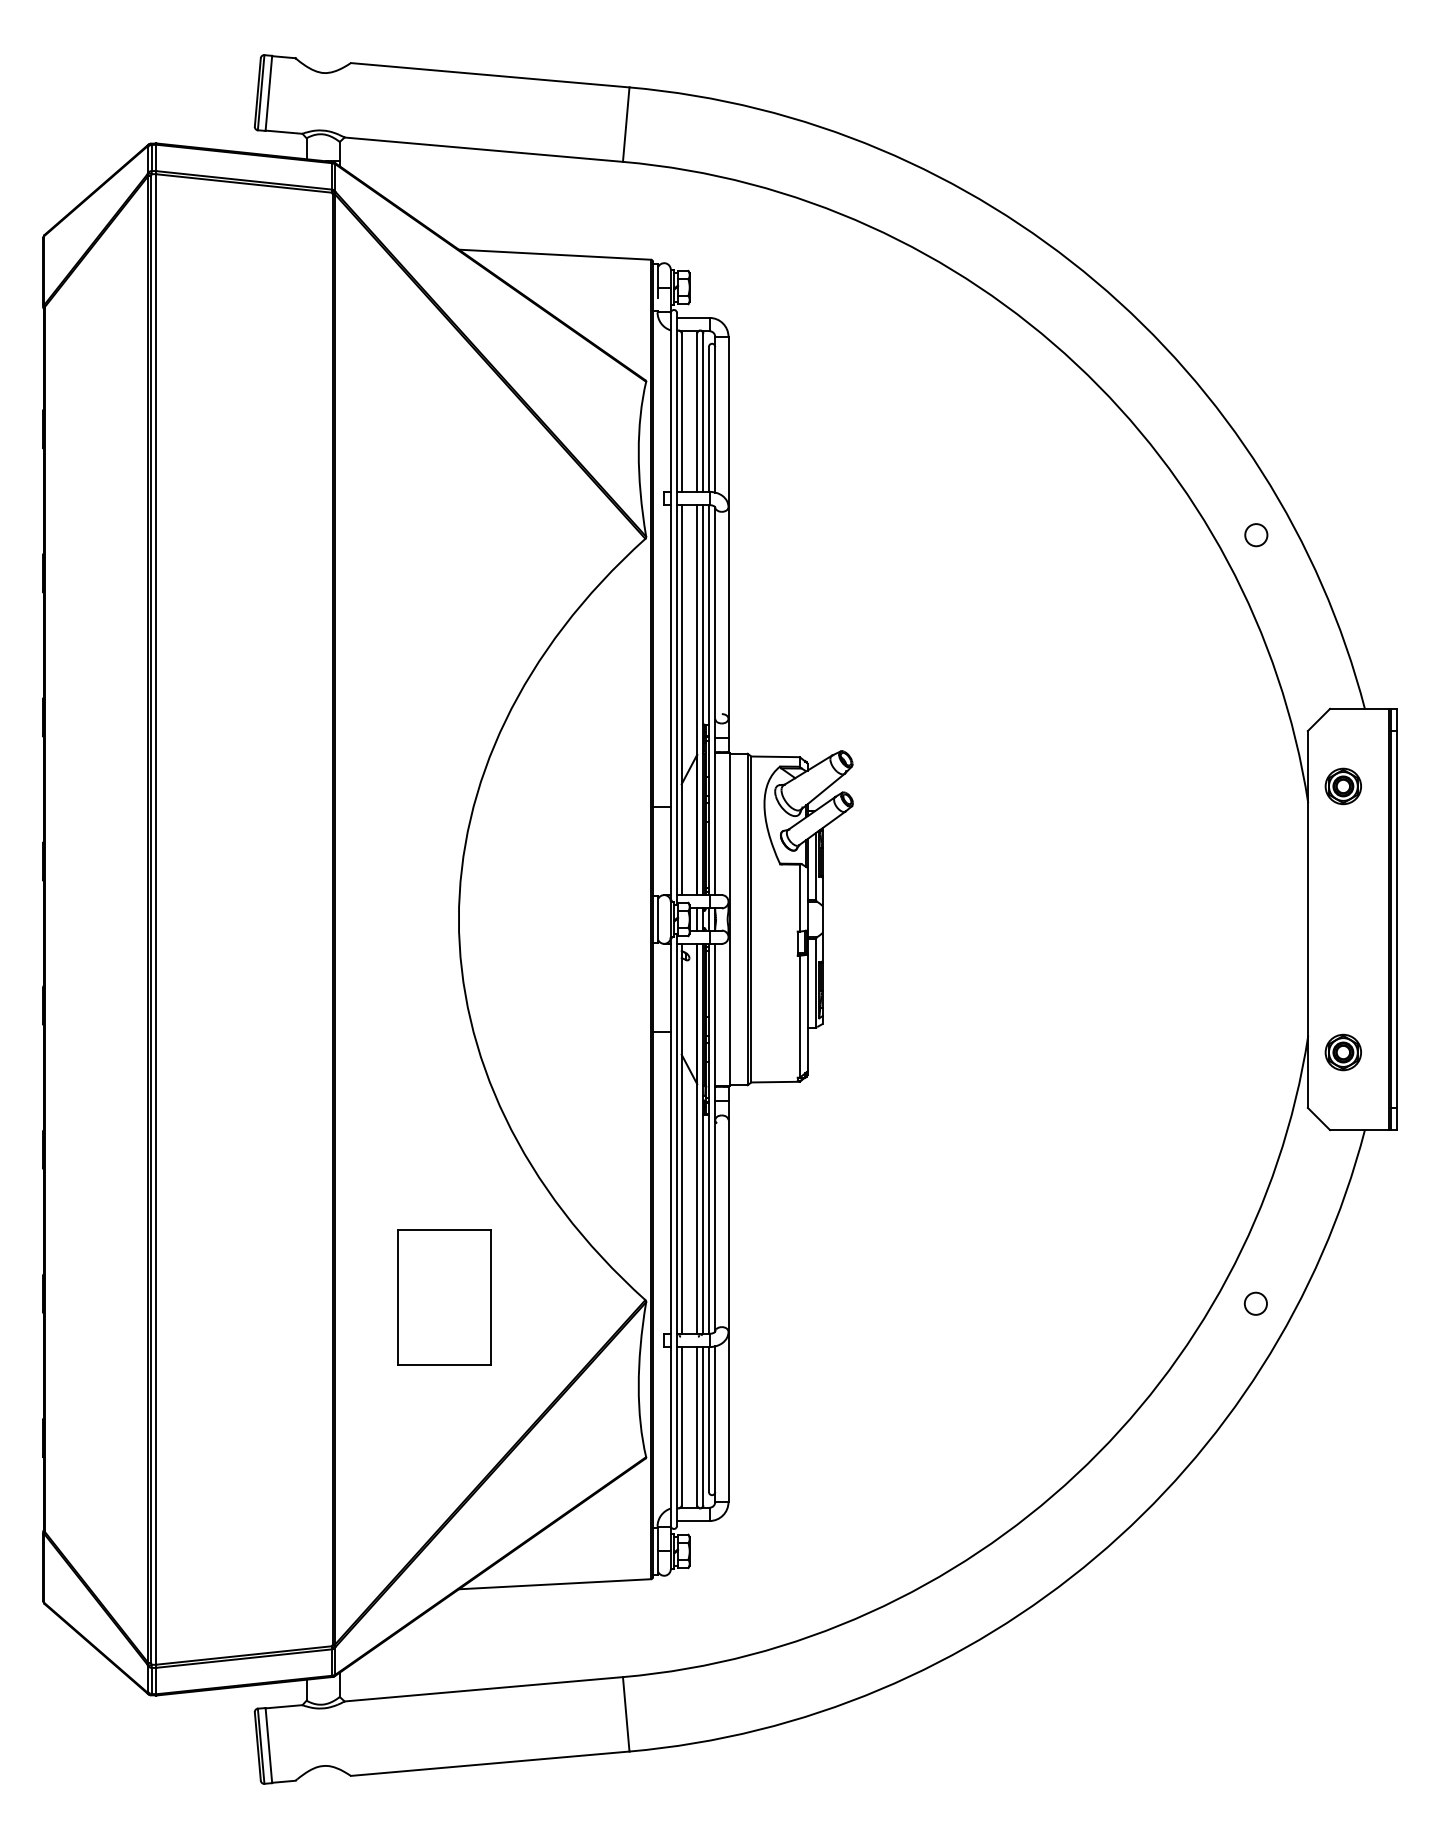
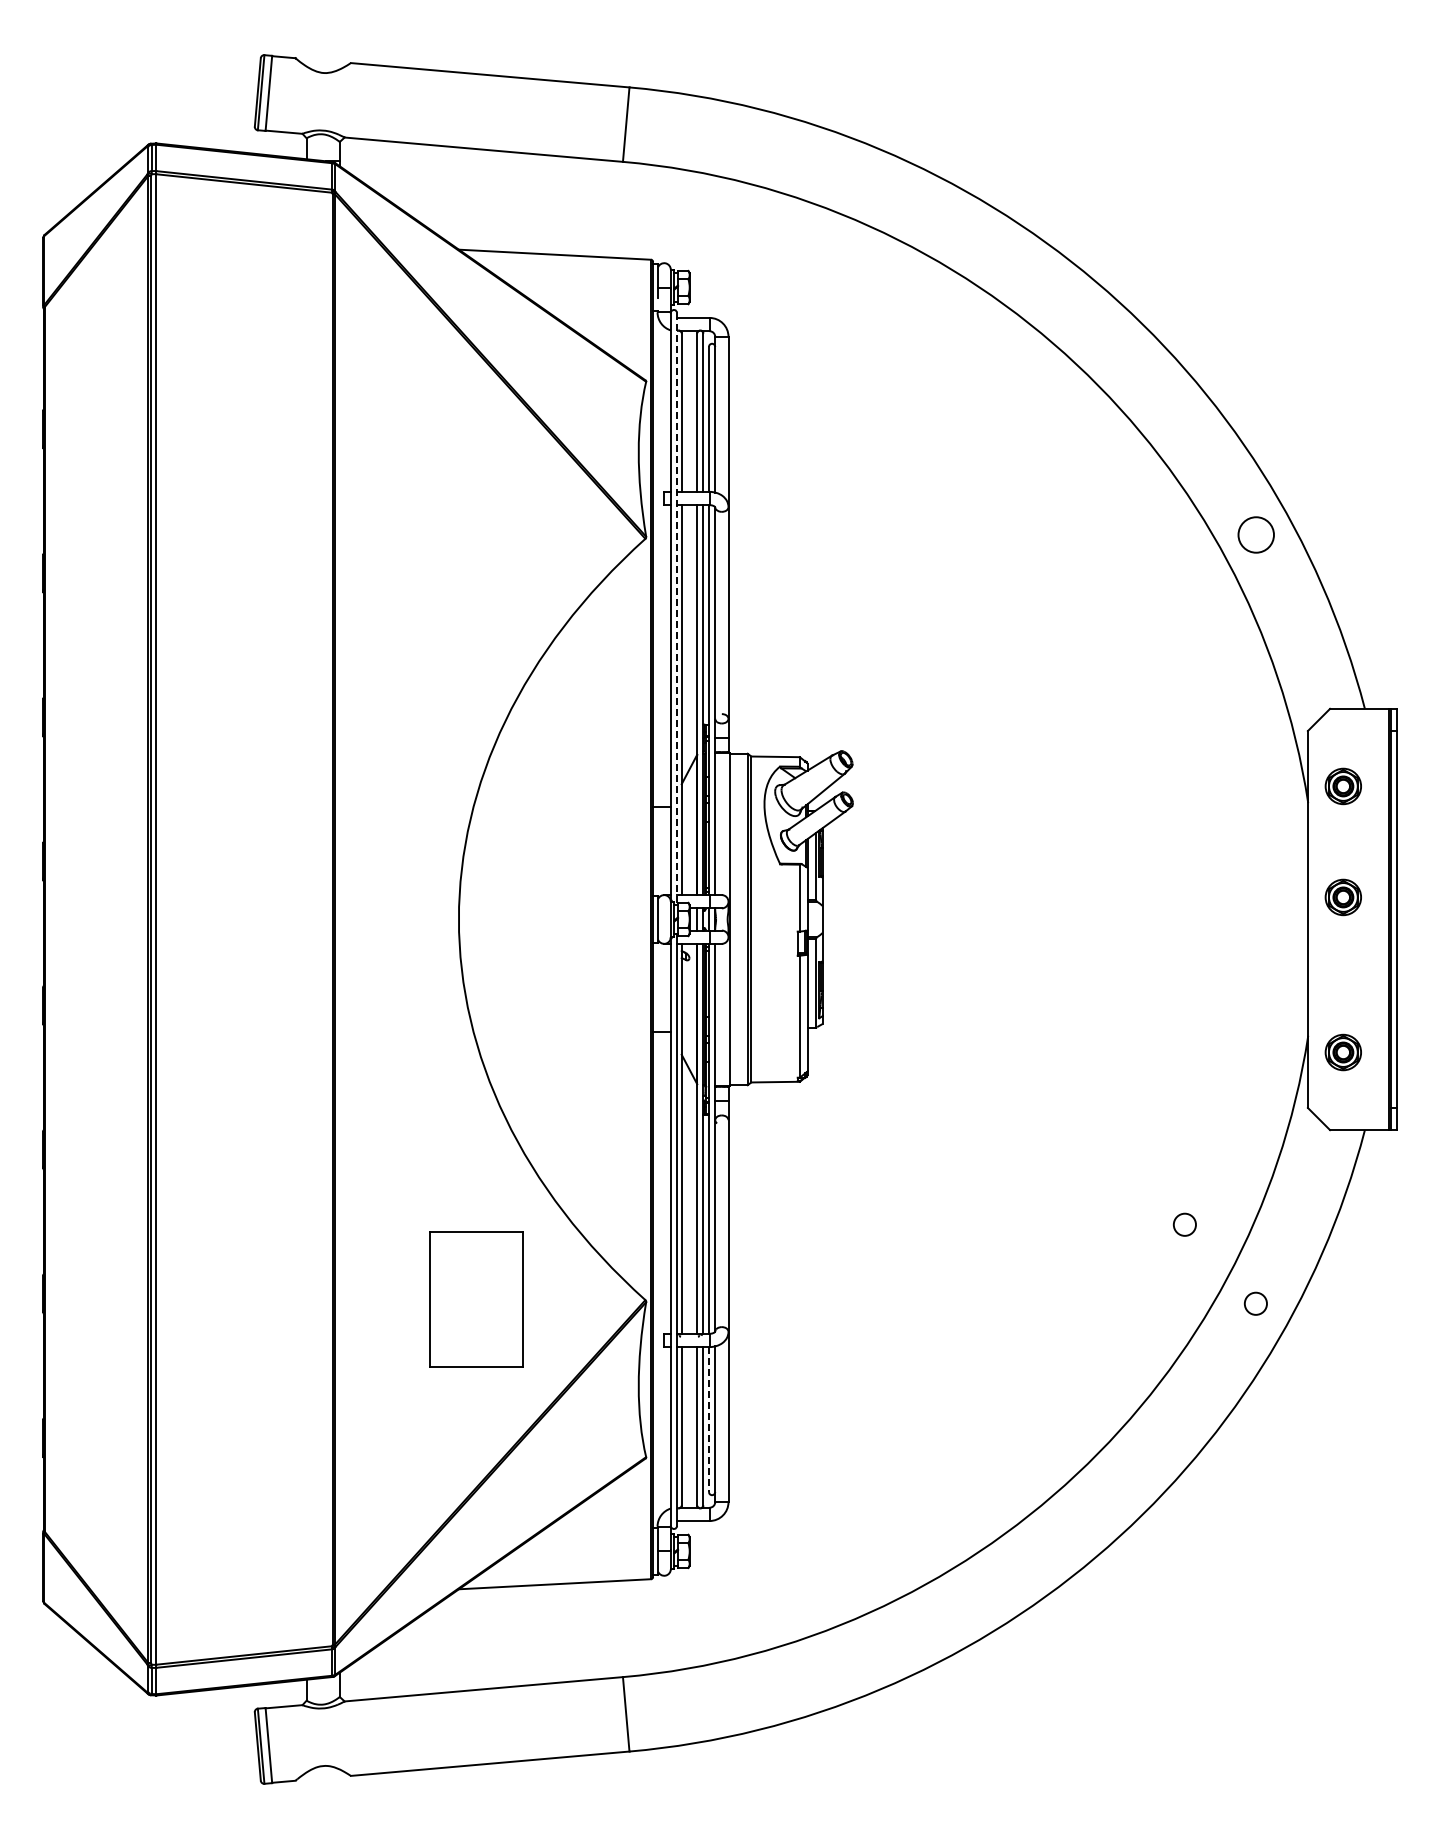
circle at (1256, 535) size: 25x25 px -> 38x38 px
line at (677, 609): solid -> dashed
part at (1342, 897): none -> present
circle at (1184, 1224): none -> present
part at (444, 1297) position: (444, 1297) -> (476, 1299)
line at (709, 1420): solid -> dashed
